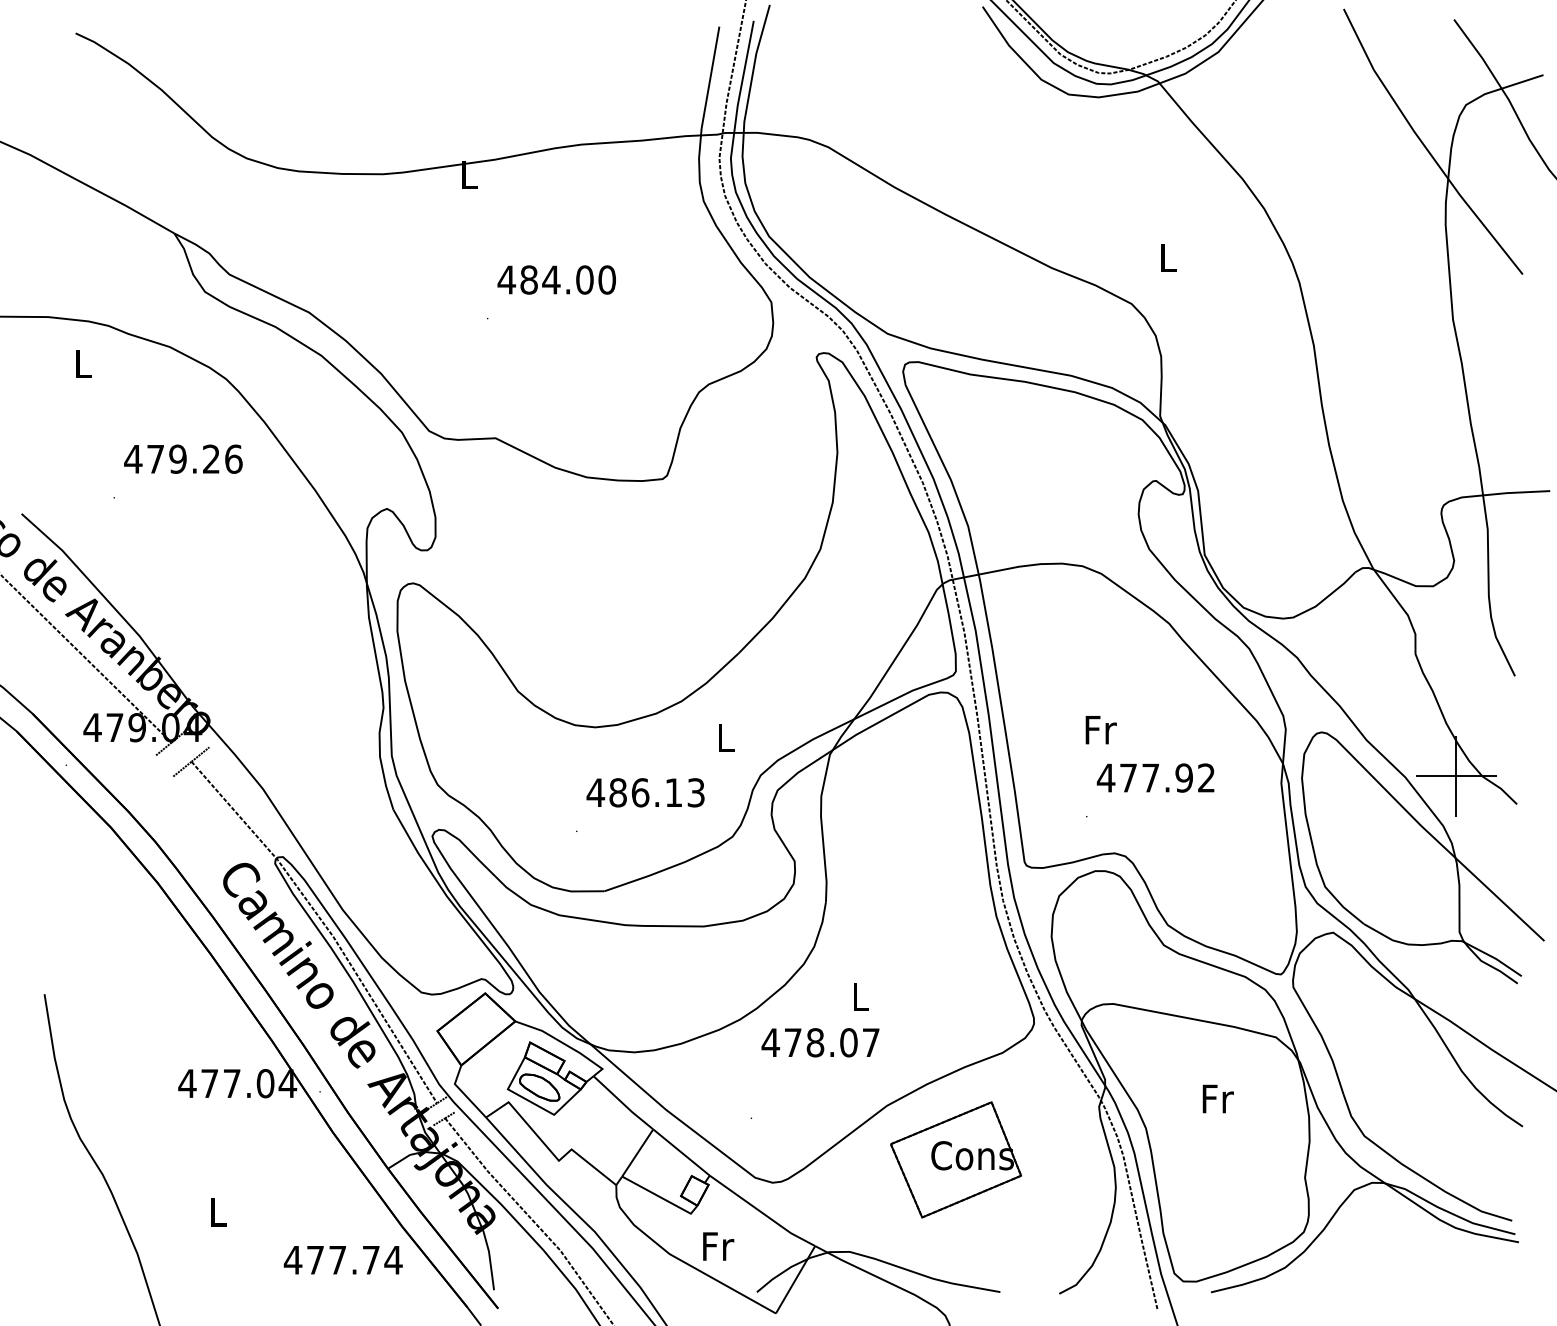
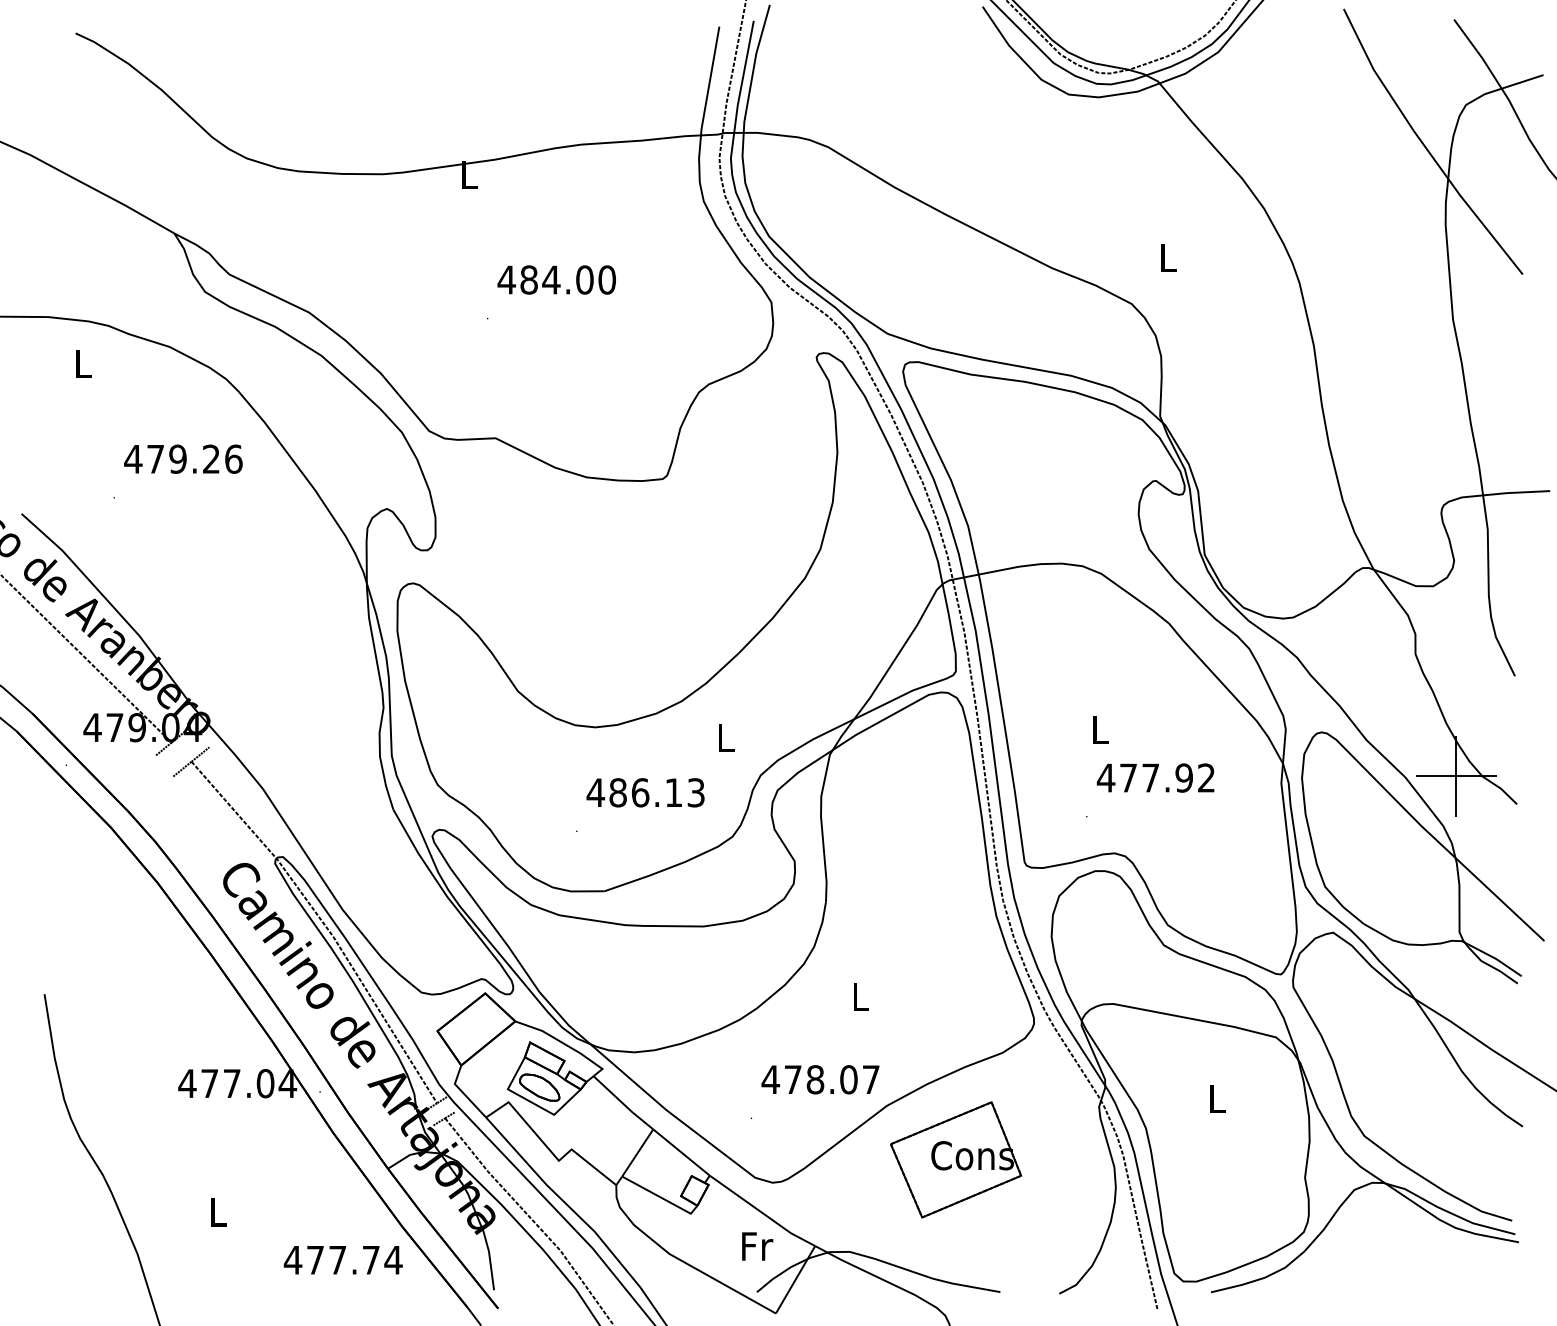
text at (1100, 730): Fr -> L
text at (820, 1042) position: (820, 1042) -> (820, 1079)
text at (1217, 1098): Fr -> L
text at (718, 1246) position: (718, 1246) -> (757, 1246)
